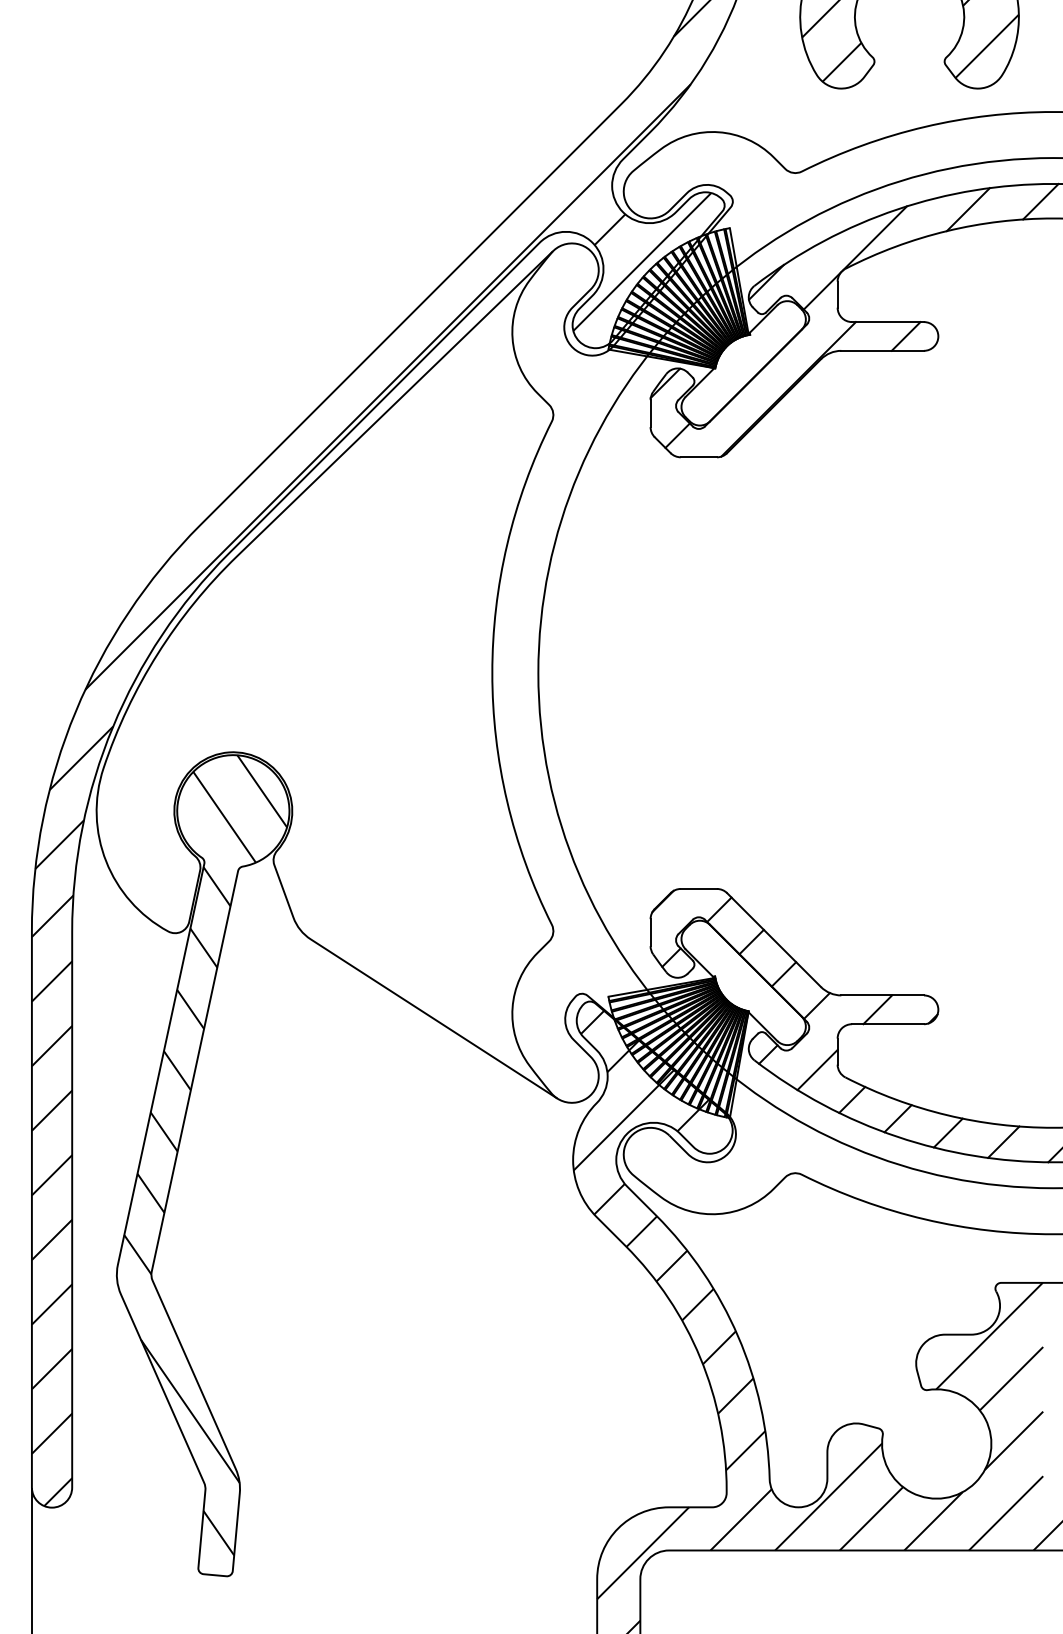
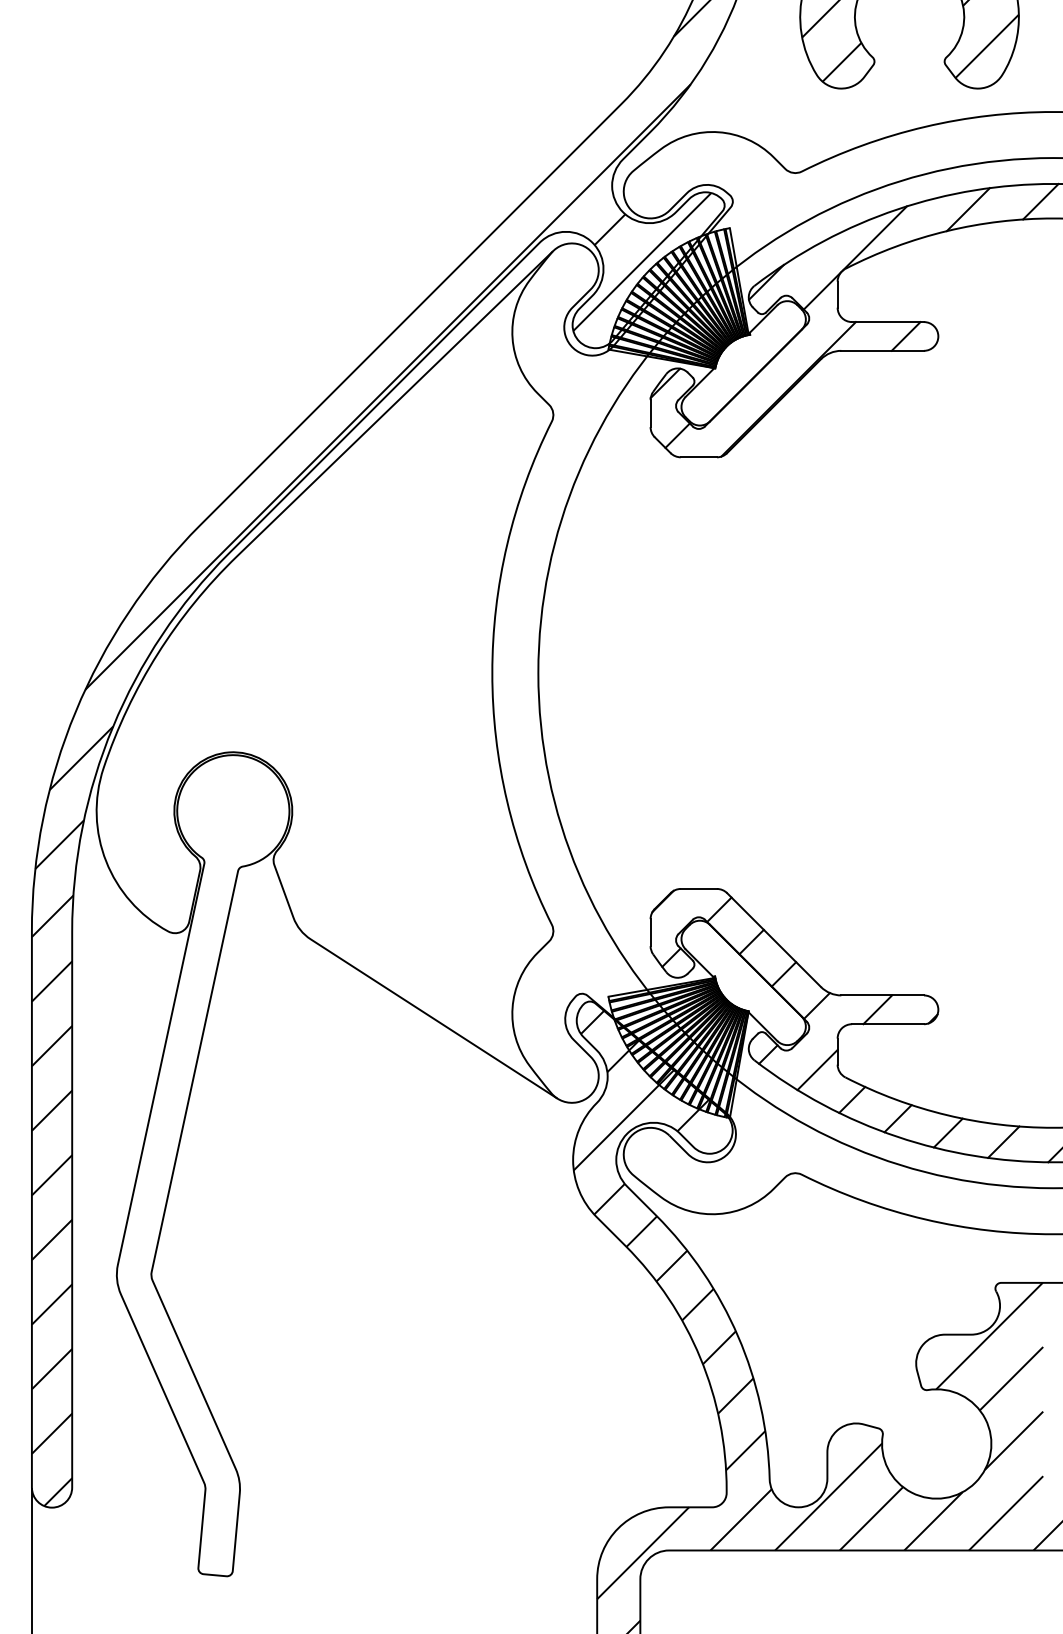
hatch at (205, 1155): present -> none
